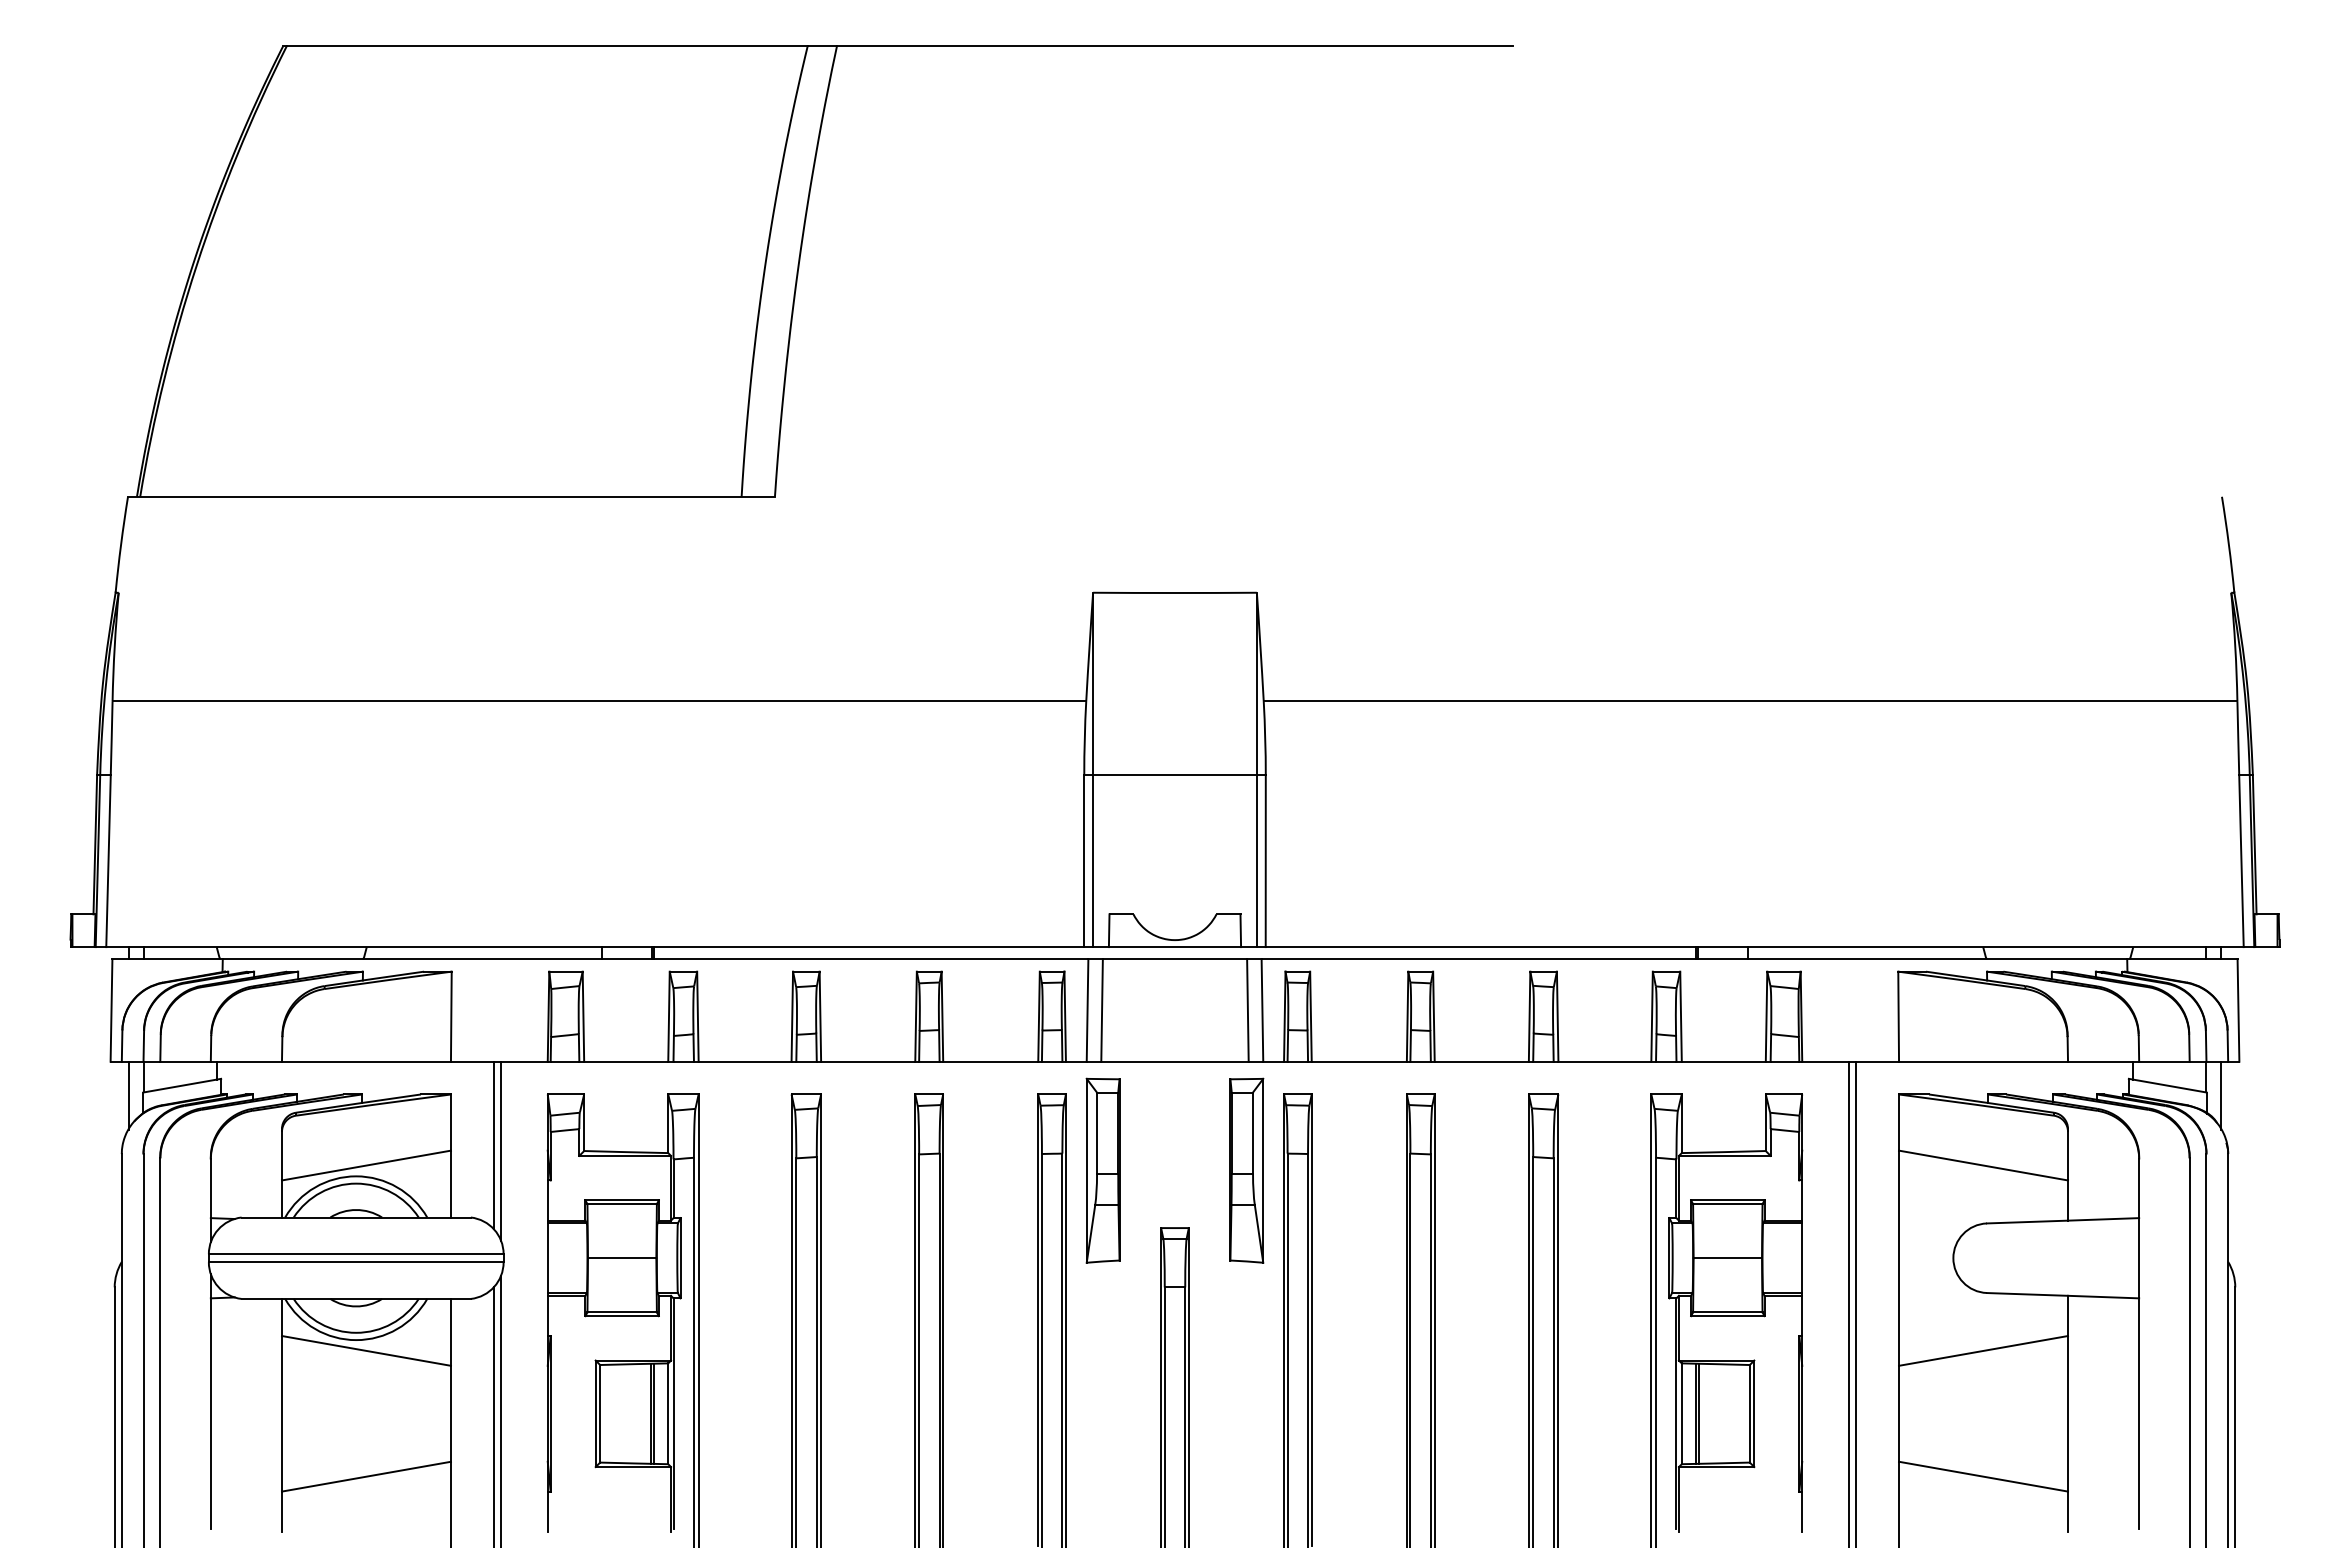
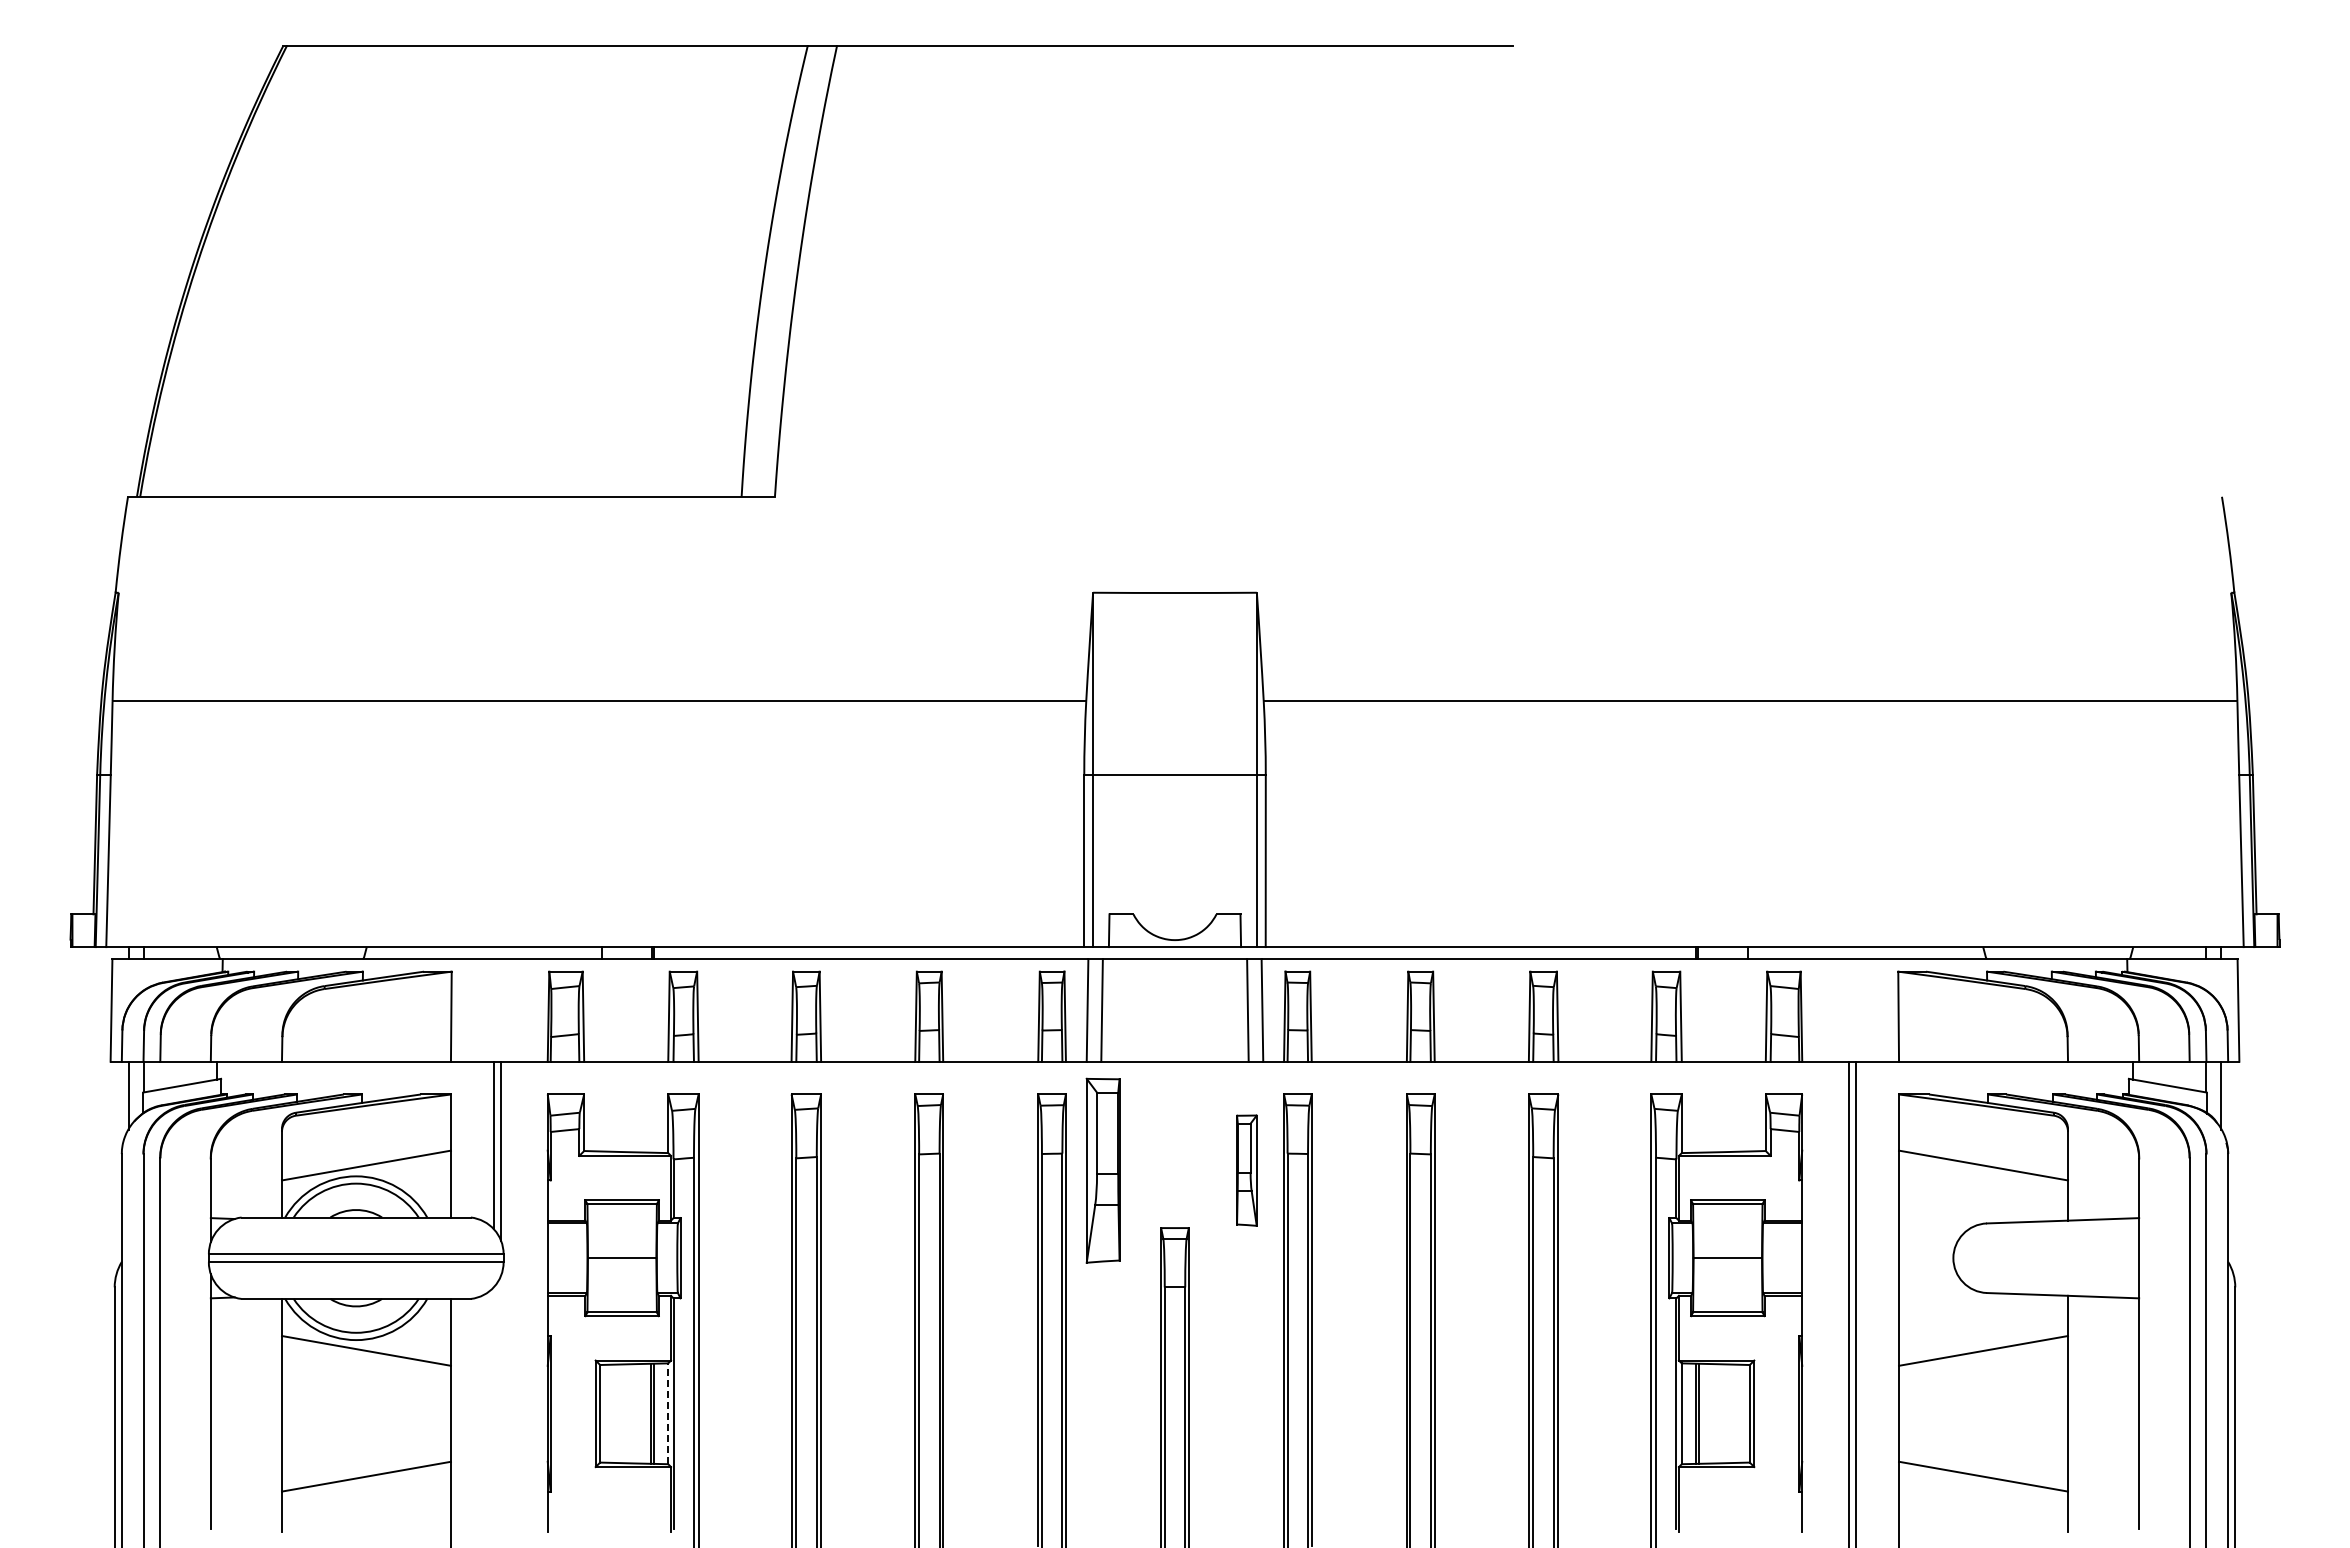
part at (1246, 1170) size: 36x187 px -> 22x113 px
line at (501, 1409): present -> none
line at (668, 1413): solid -> dashed
line at (494, 1415): present -> none
